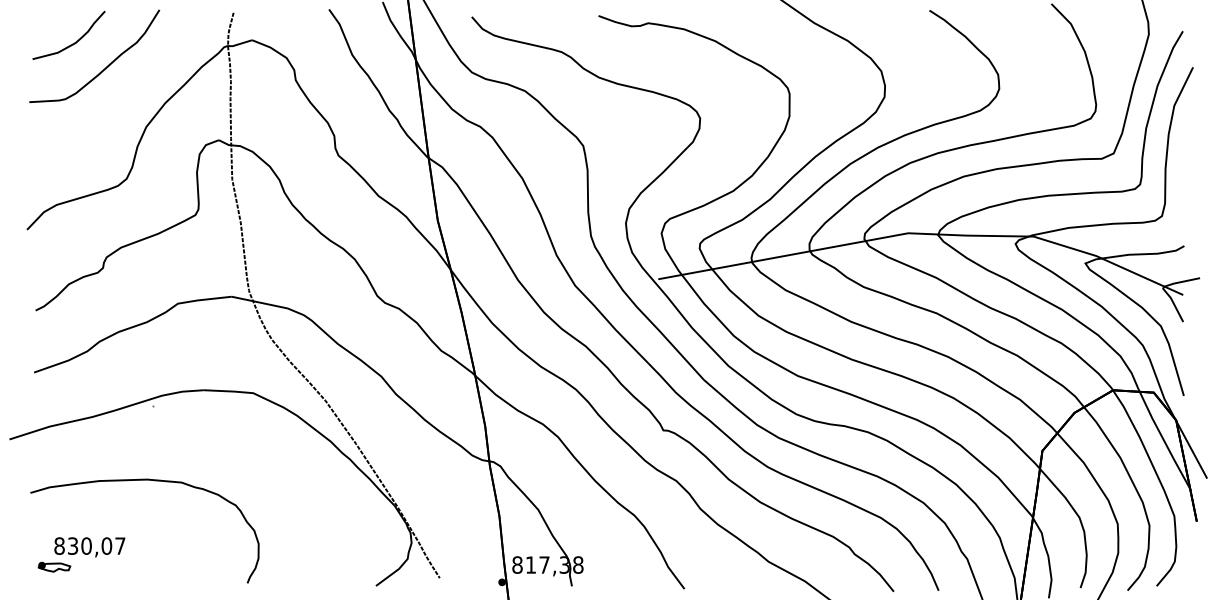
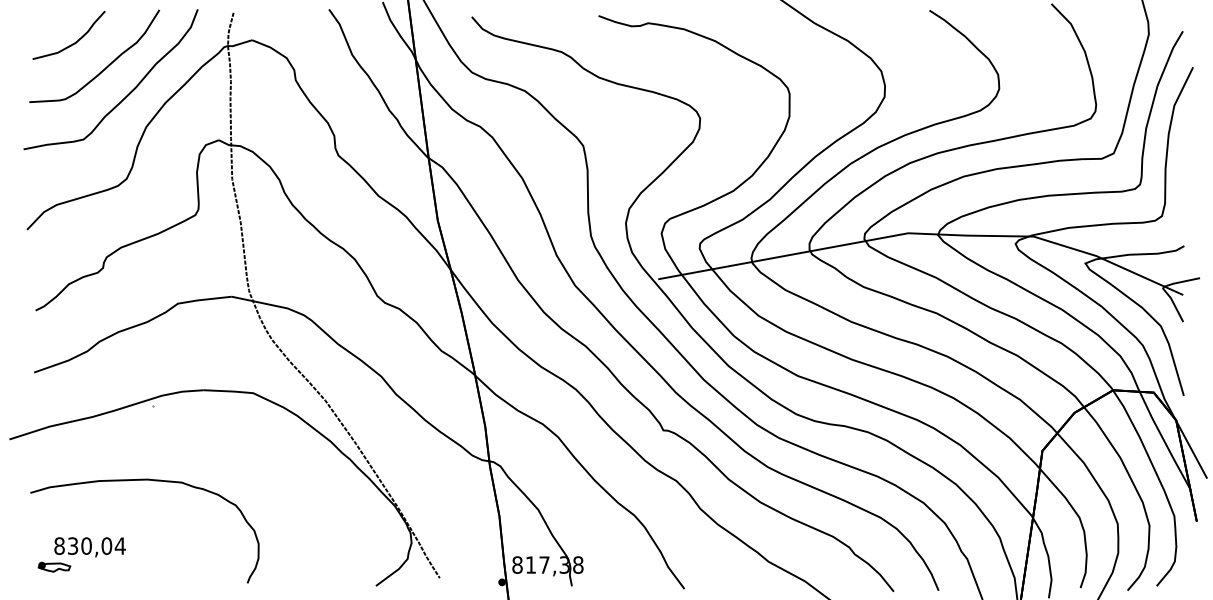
curve at (126, 95): none -> present
text at (119, 545): 830,07 -> 830,04
